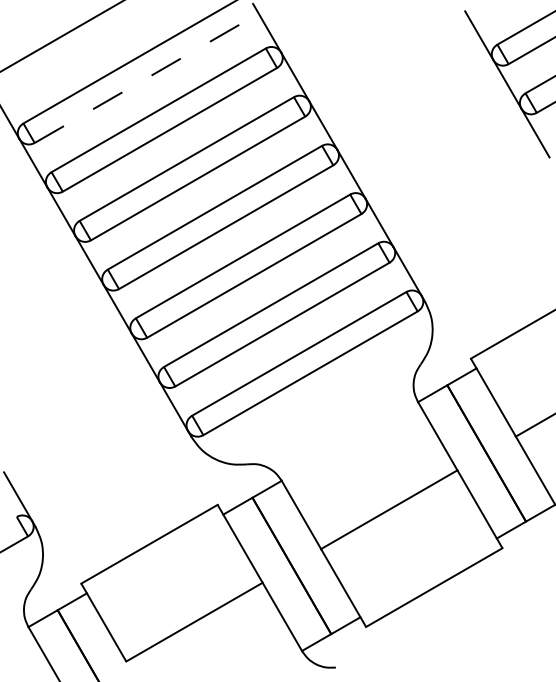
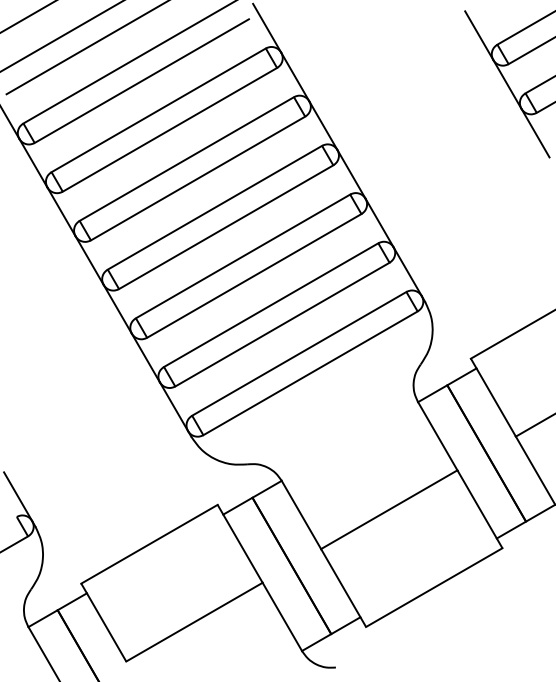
line at (27, 16): none -> present
line at (86, 48): none -> present
line at (141, 81): dashed -> solid
